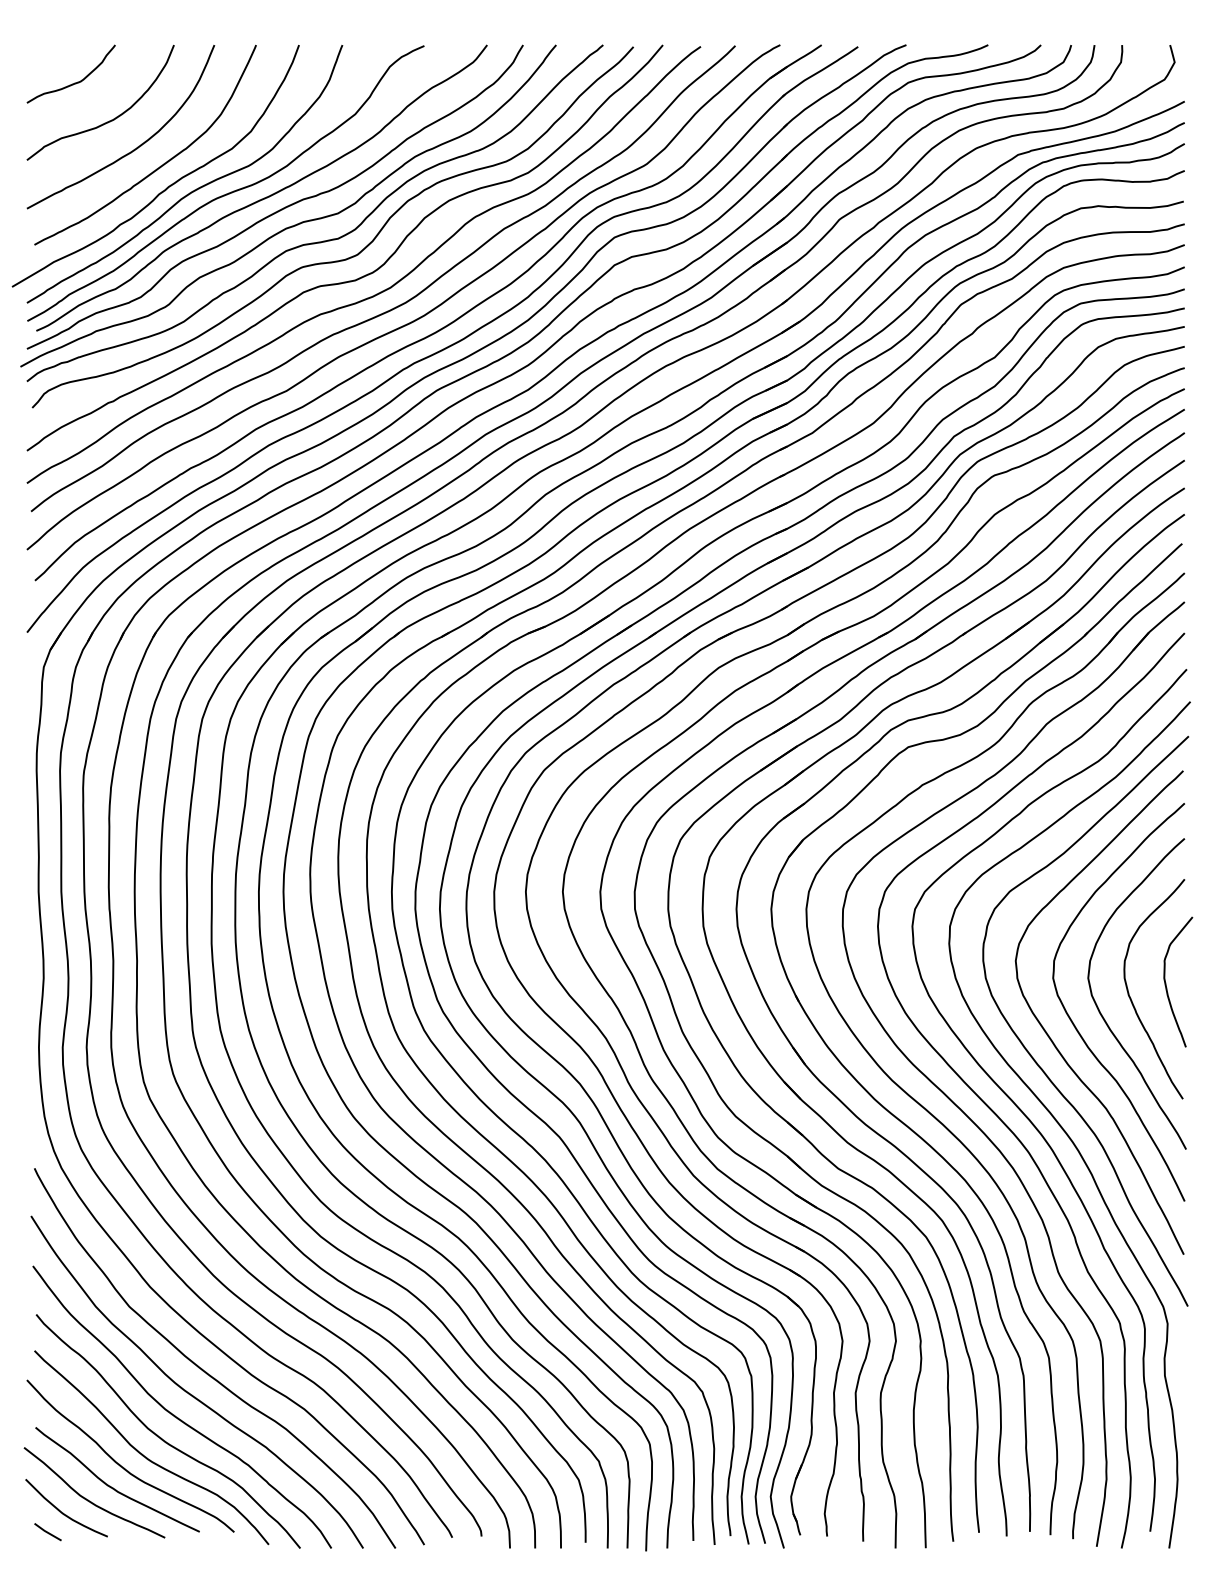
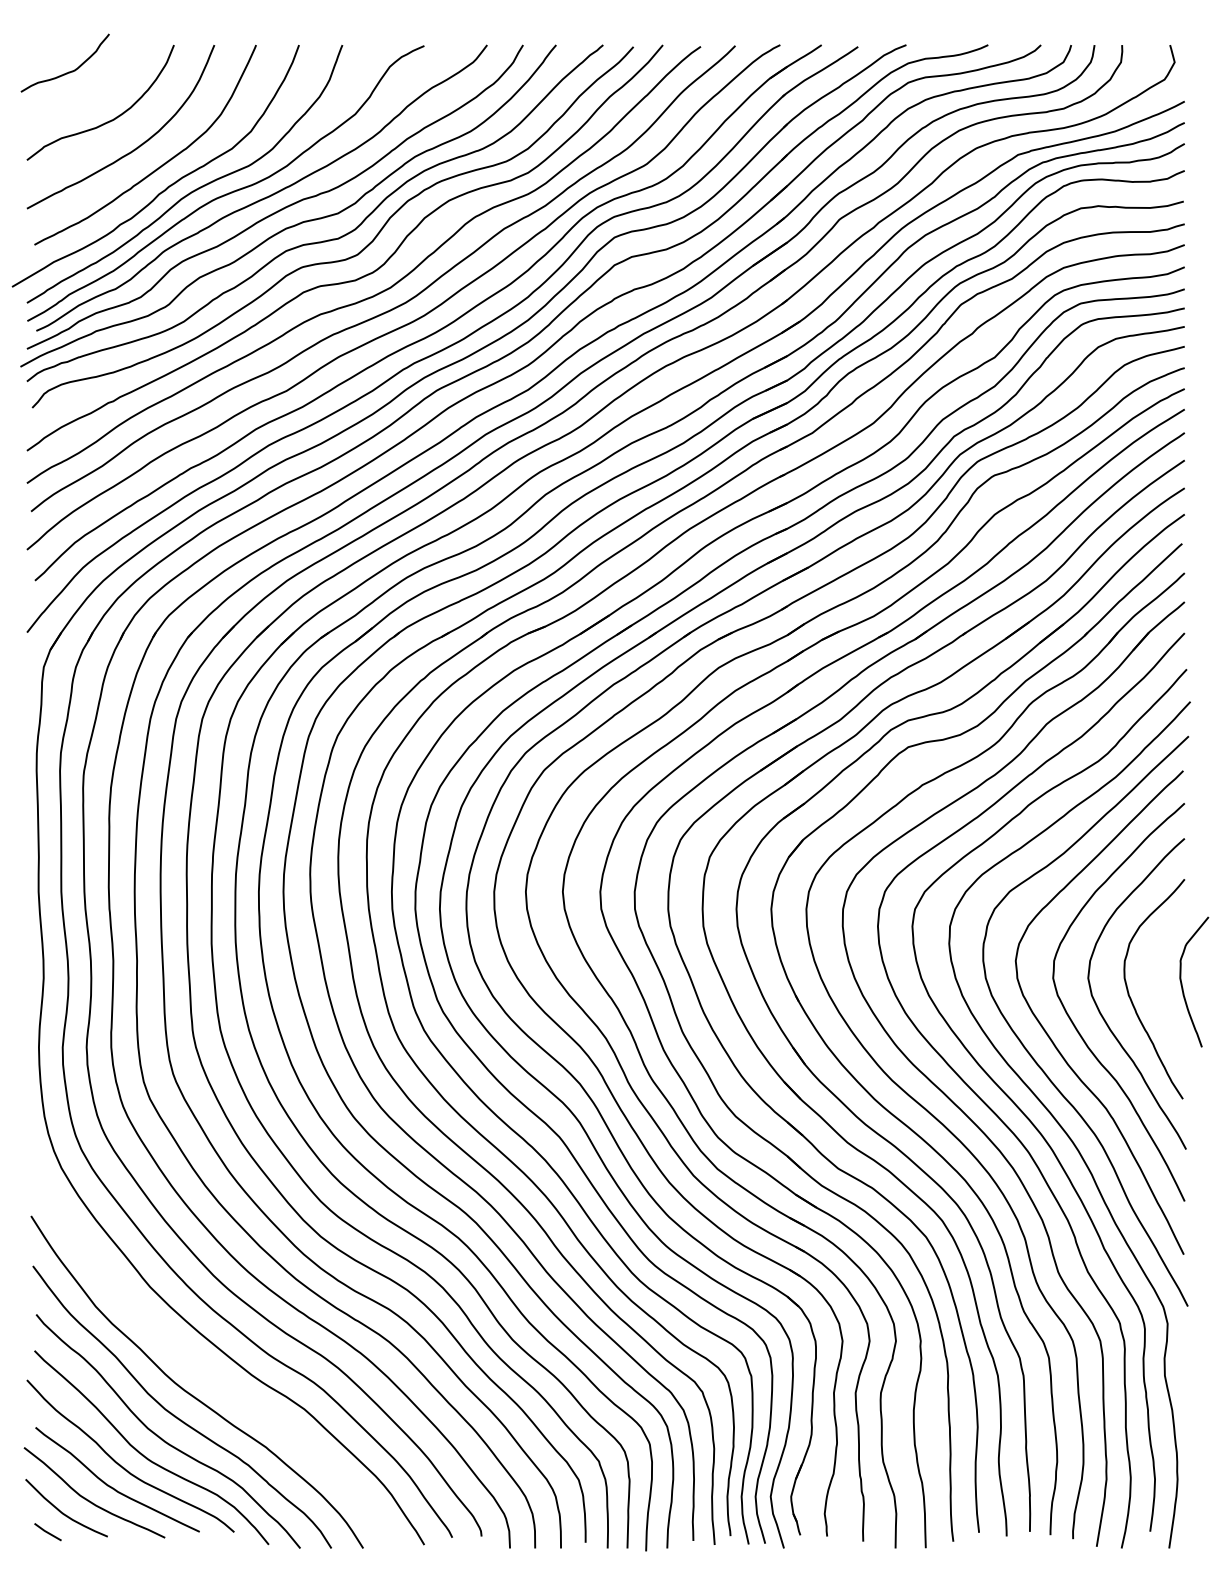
curve at (74, 82) position: (74, 82) -> (68, 71)
curve at (1166, 982) position: (1166, 982) -> (1182, 982)
curve at (206, 1371): present -> none
